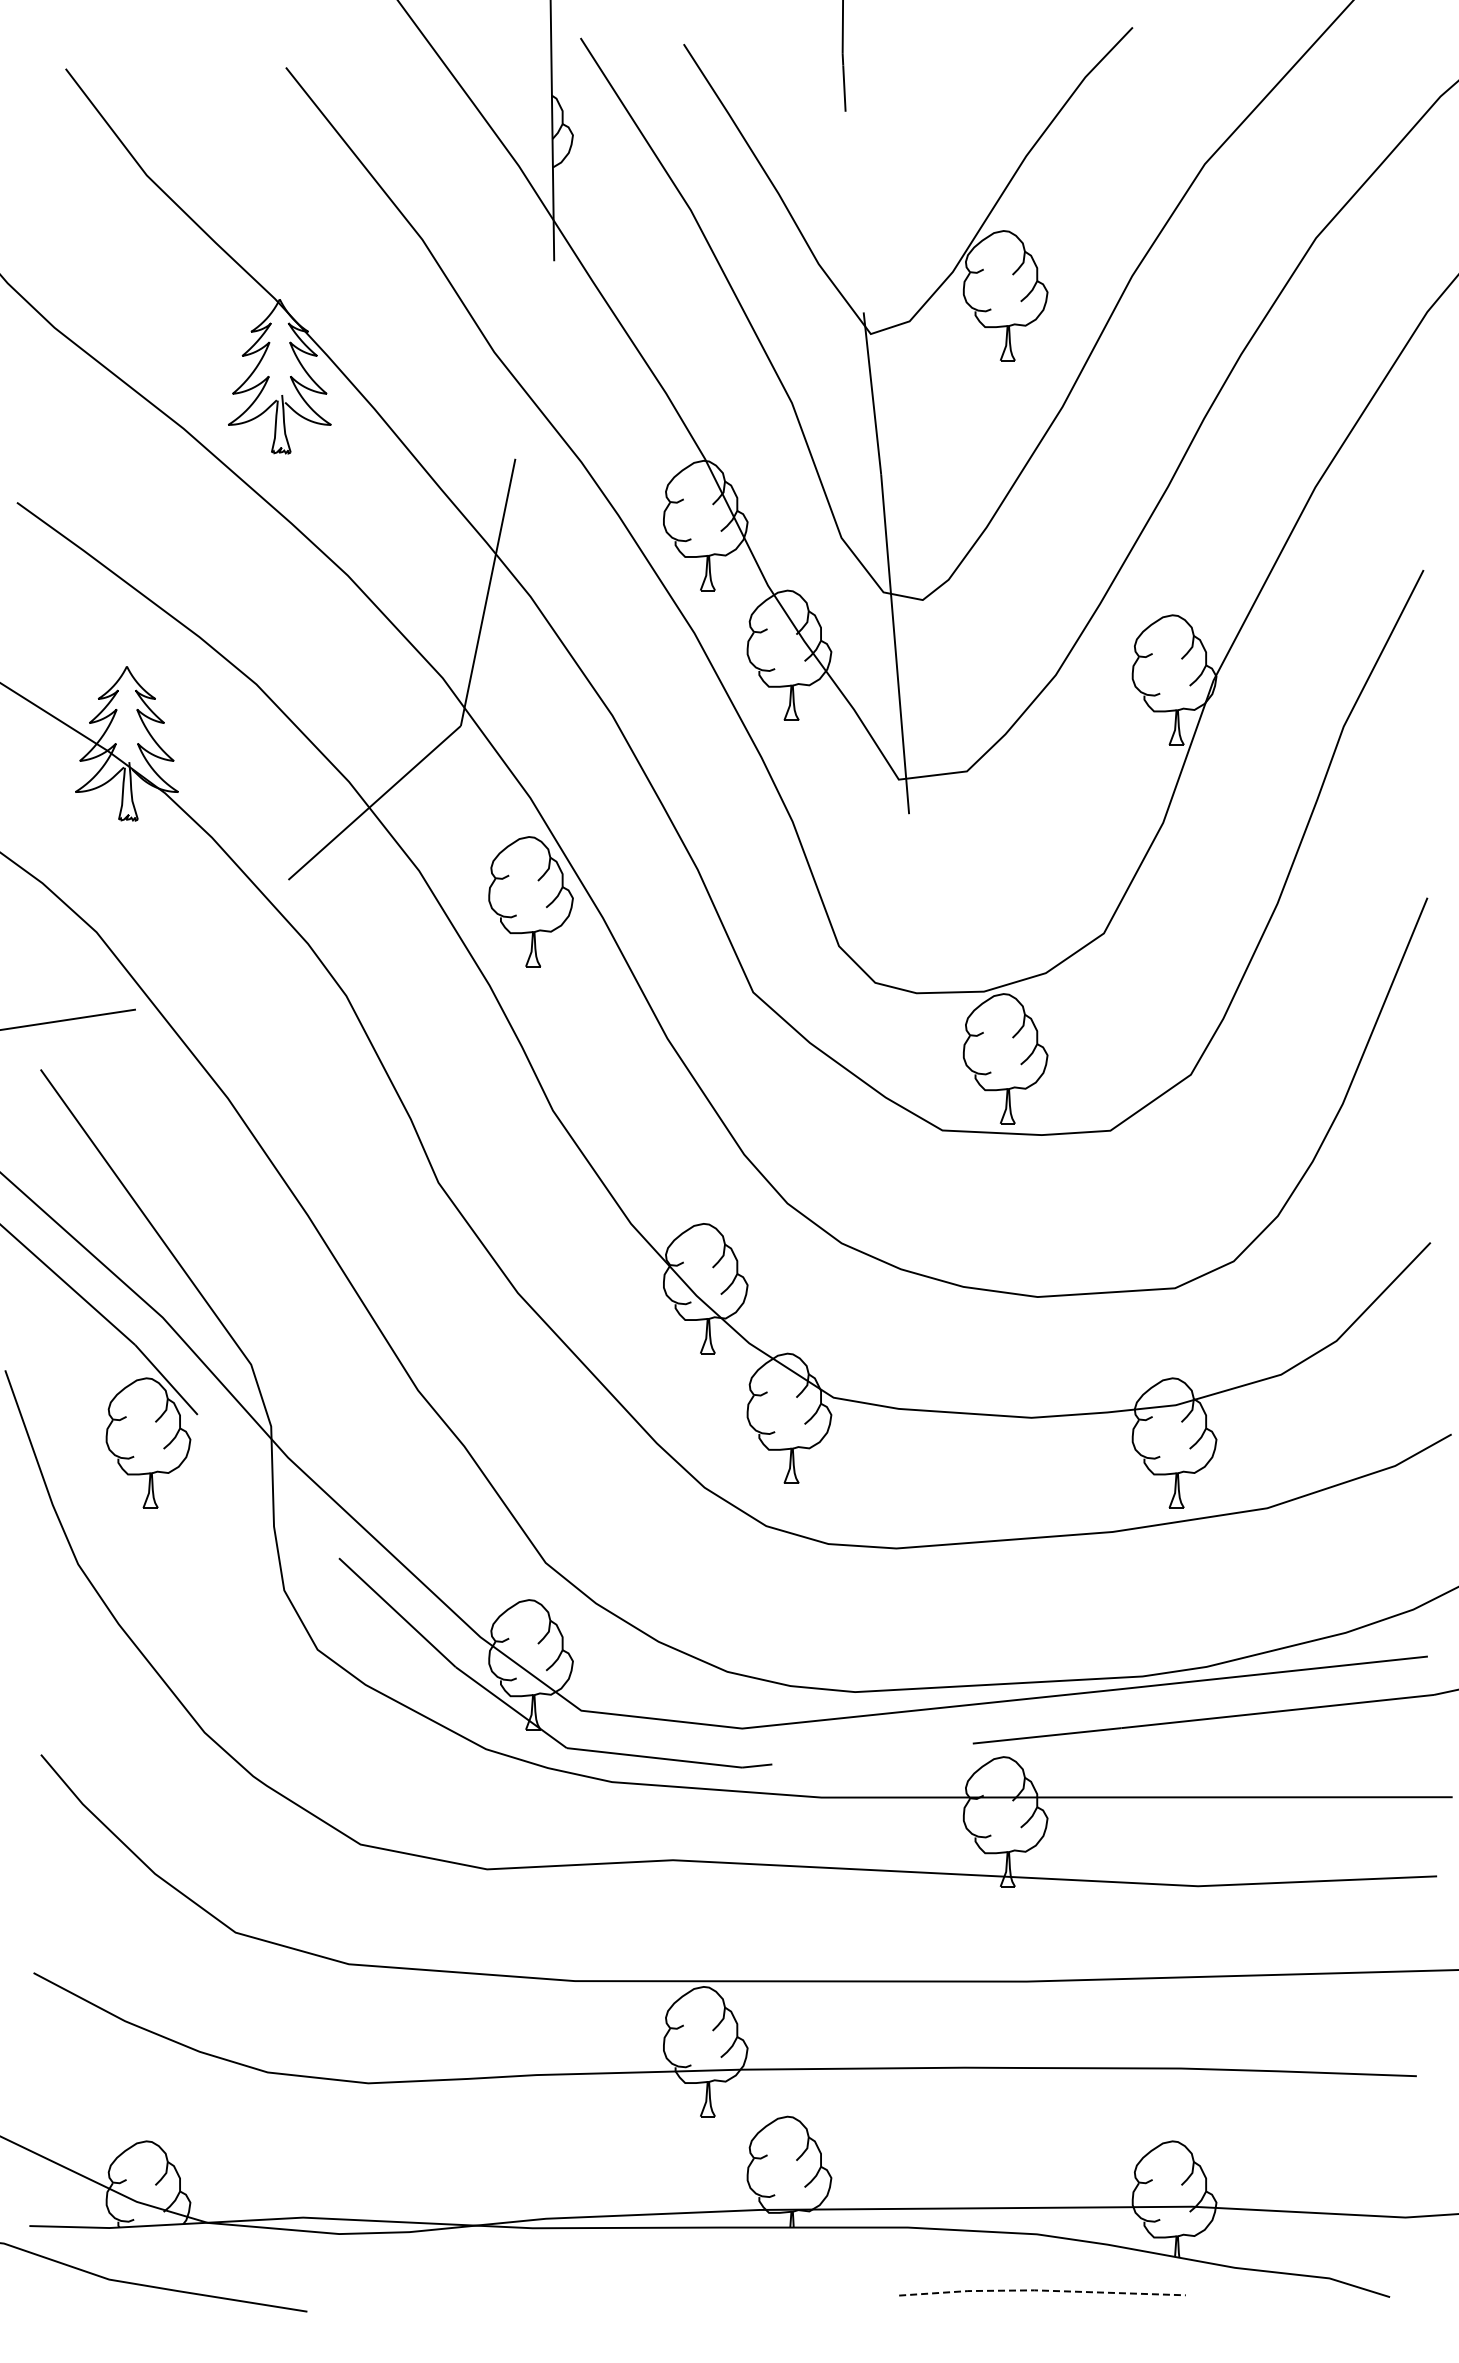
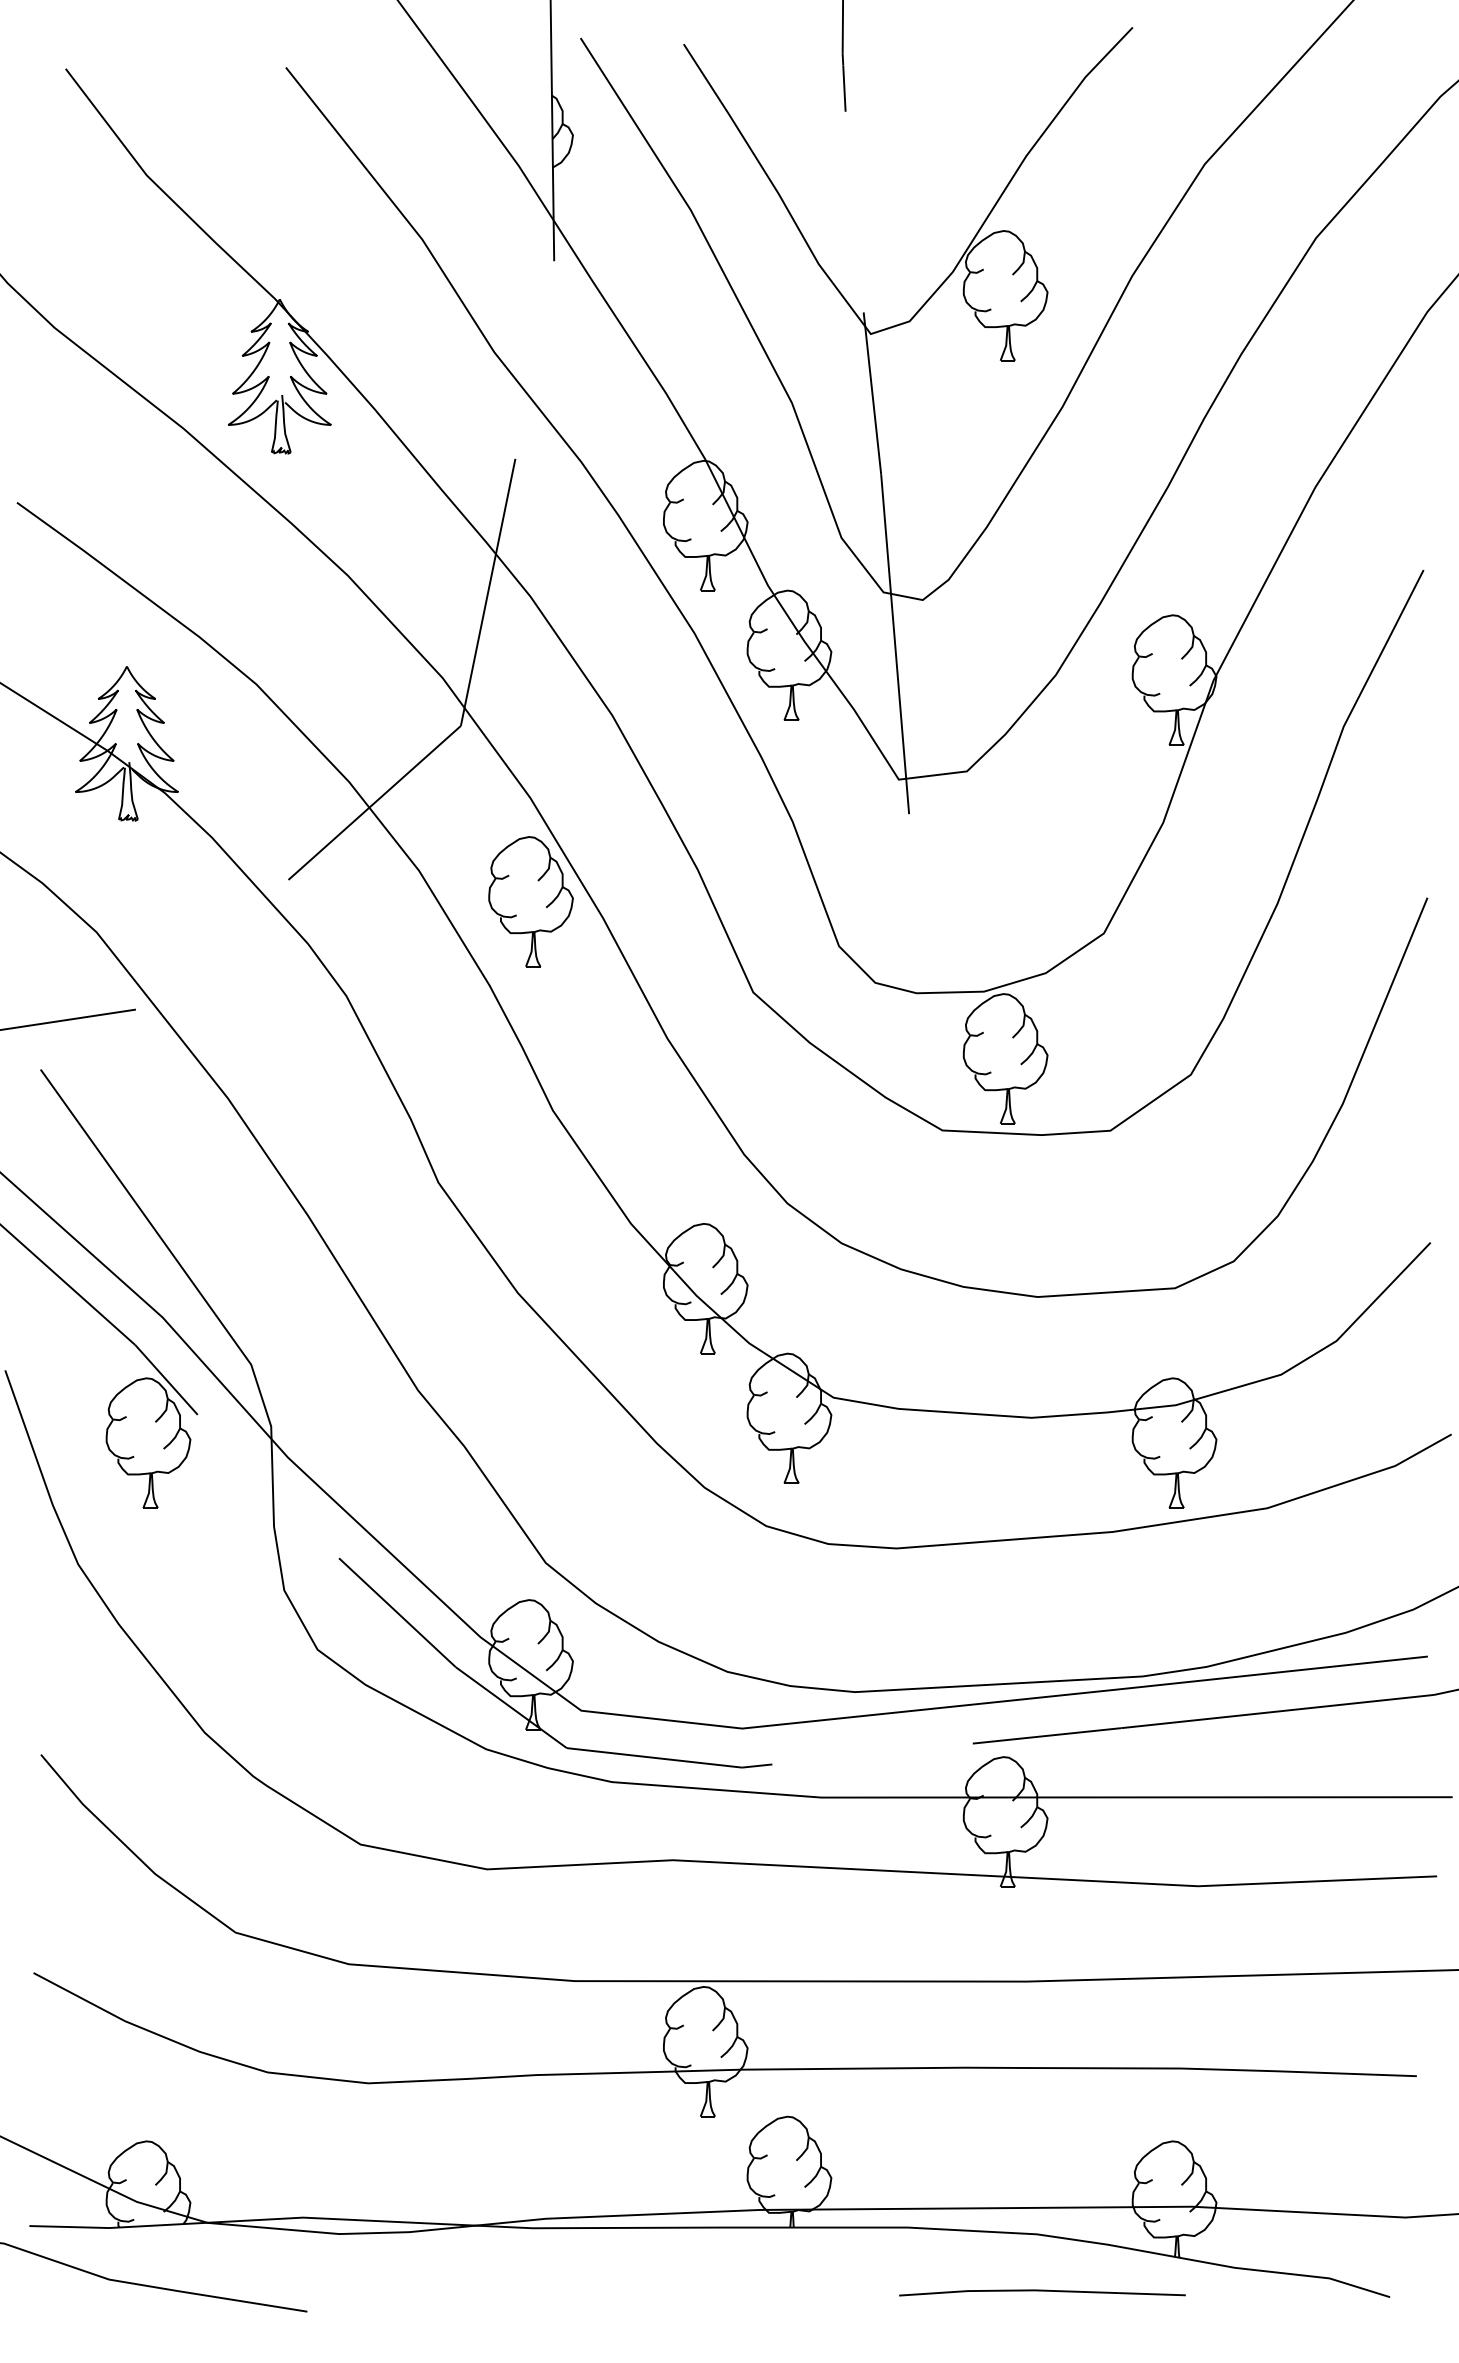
line at (1041, 2290): dashed -> solid
